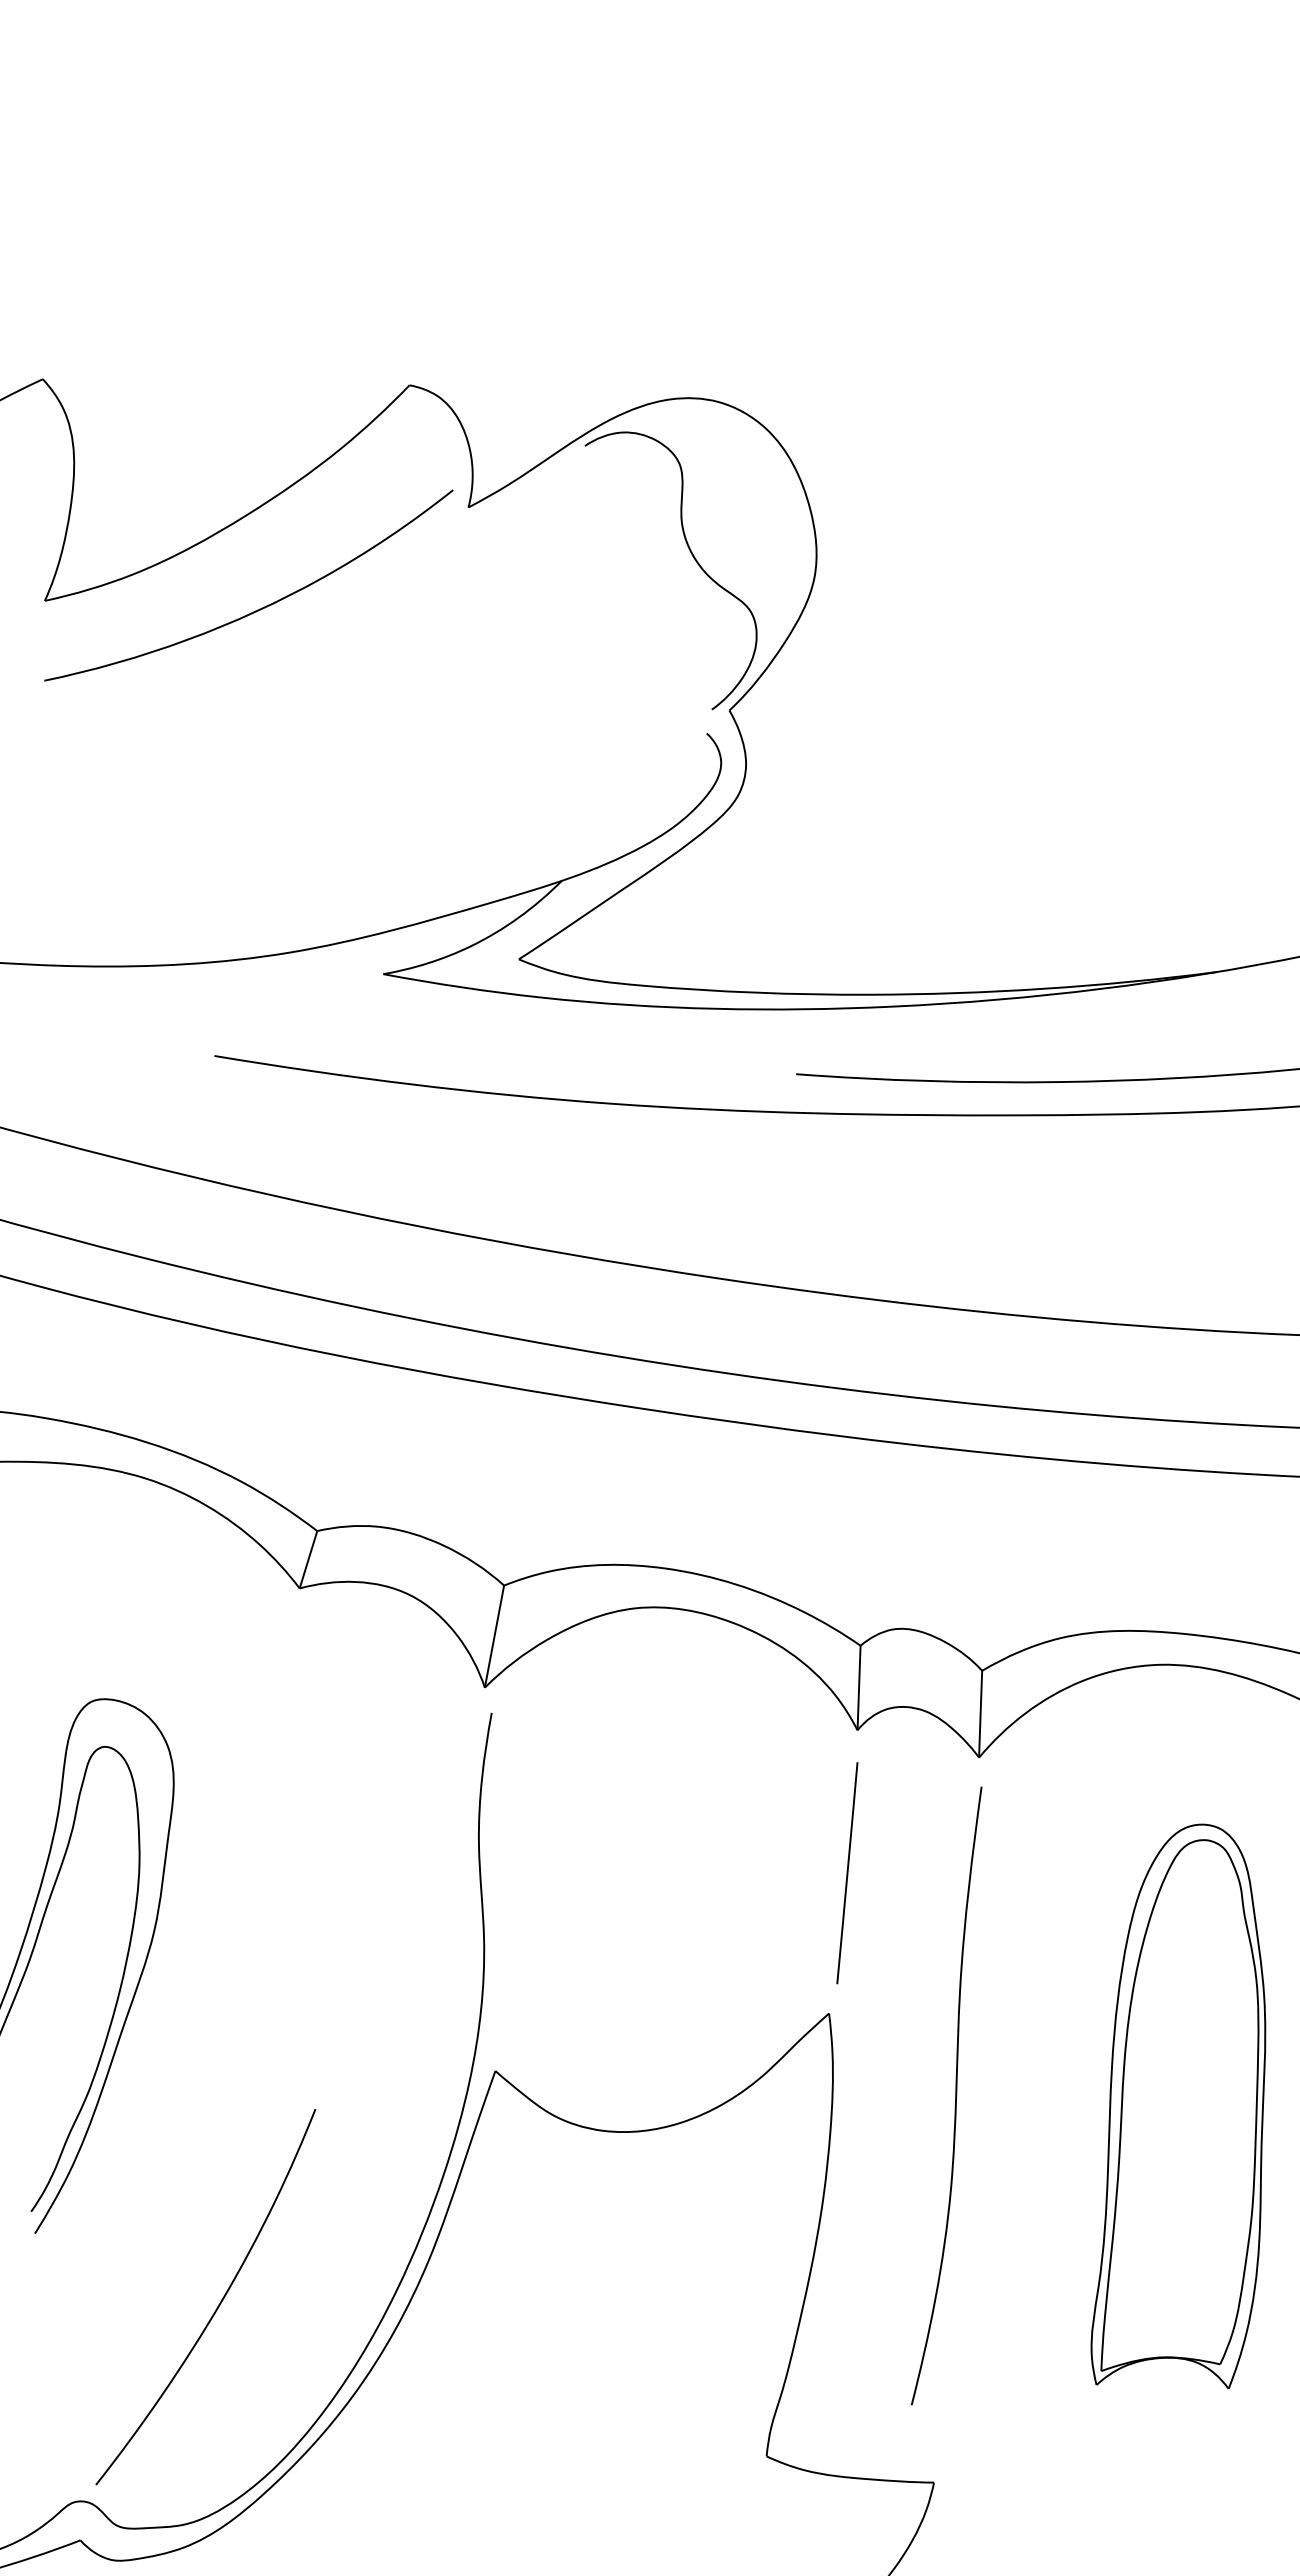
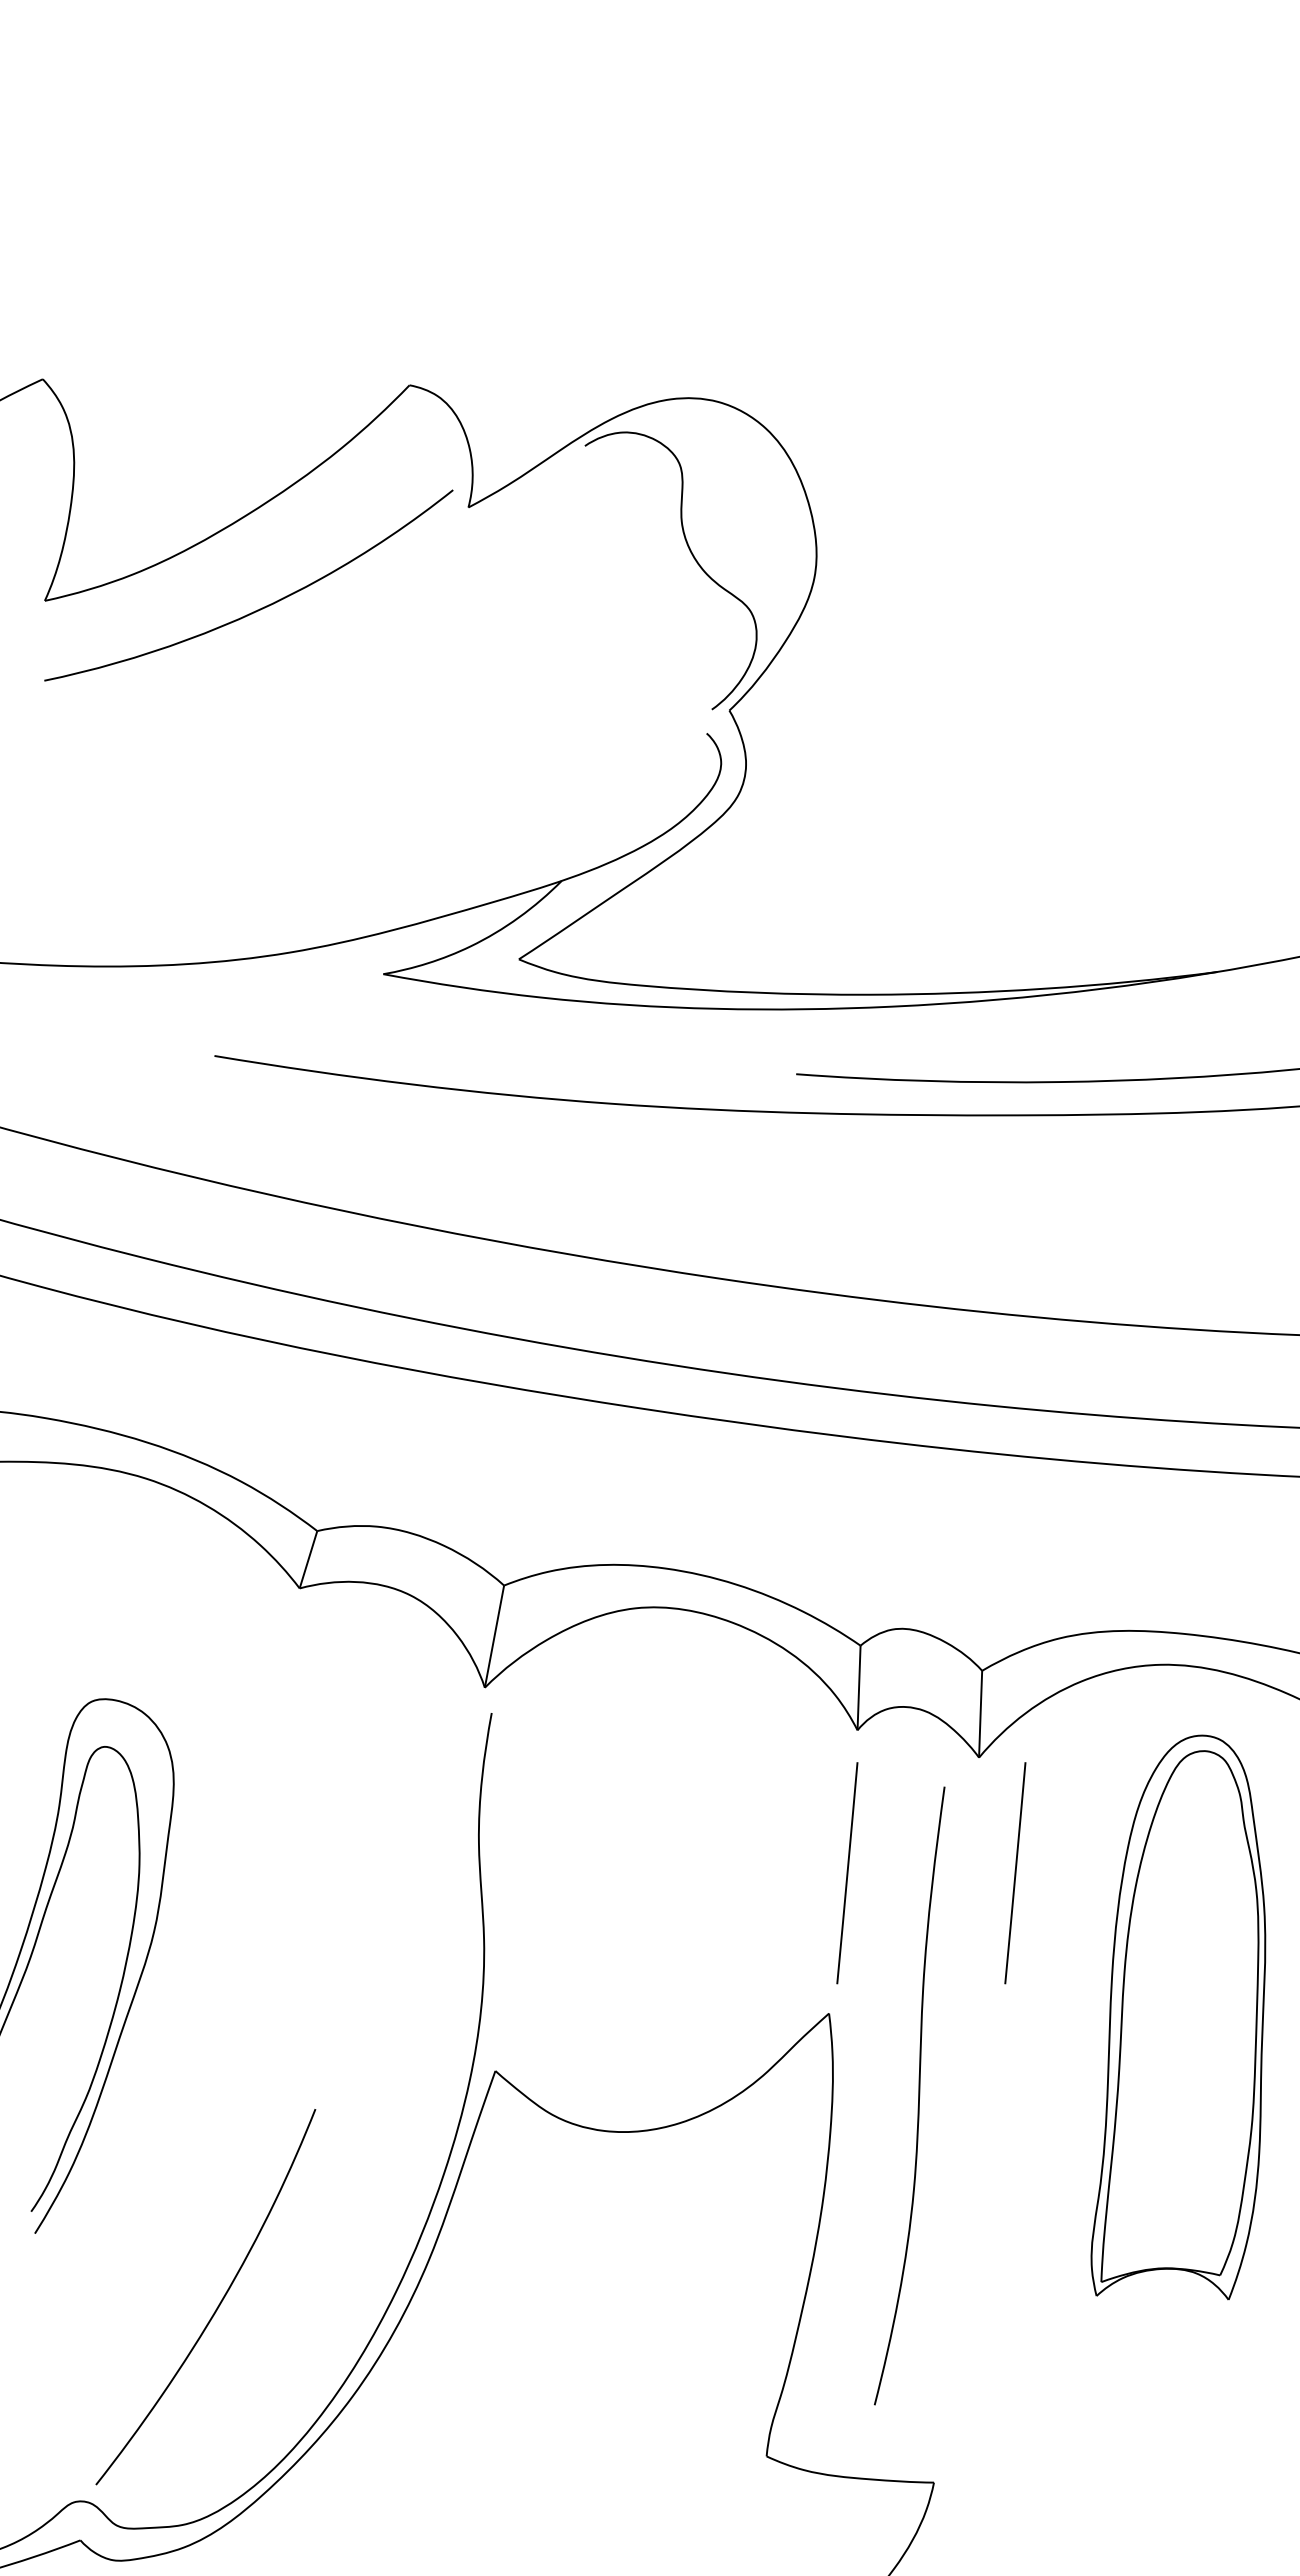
line at (1015, 1873): none -> present
curve at (955, 2095) position: (955, 2095) -> (918, 2095)
part at (1178, 2106) position: (1178, 2106) -> (1178, 2017)
